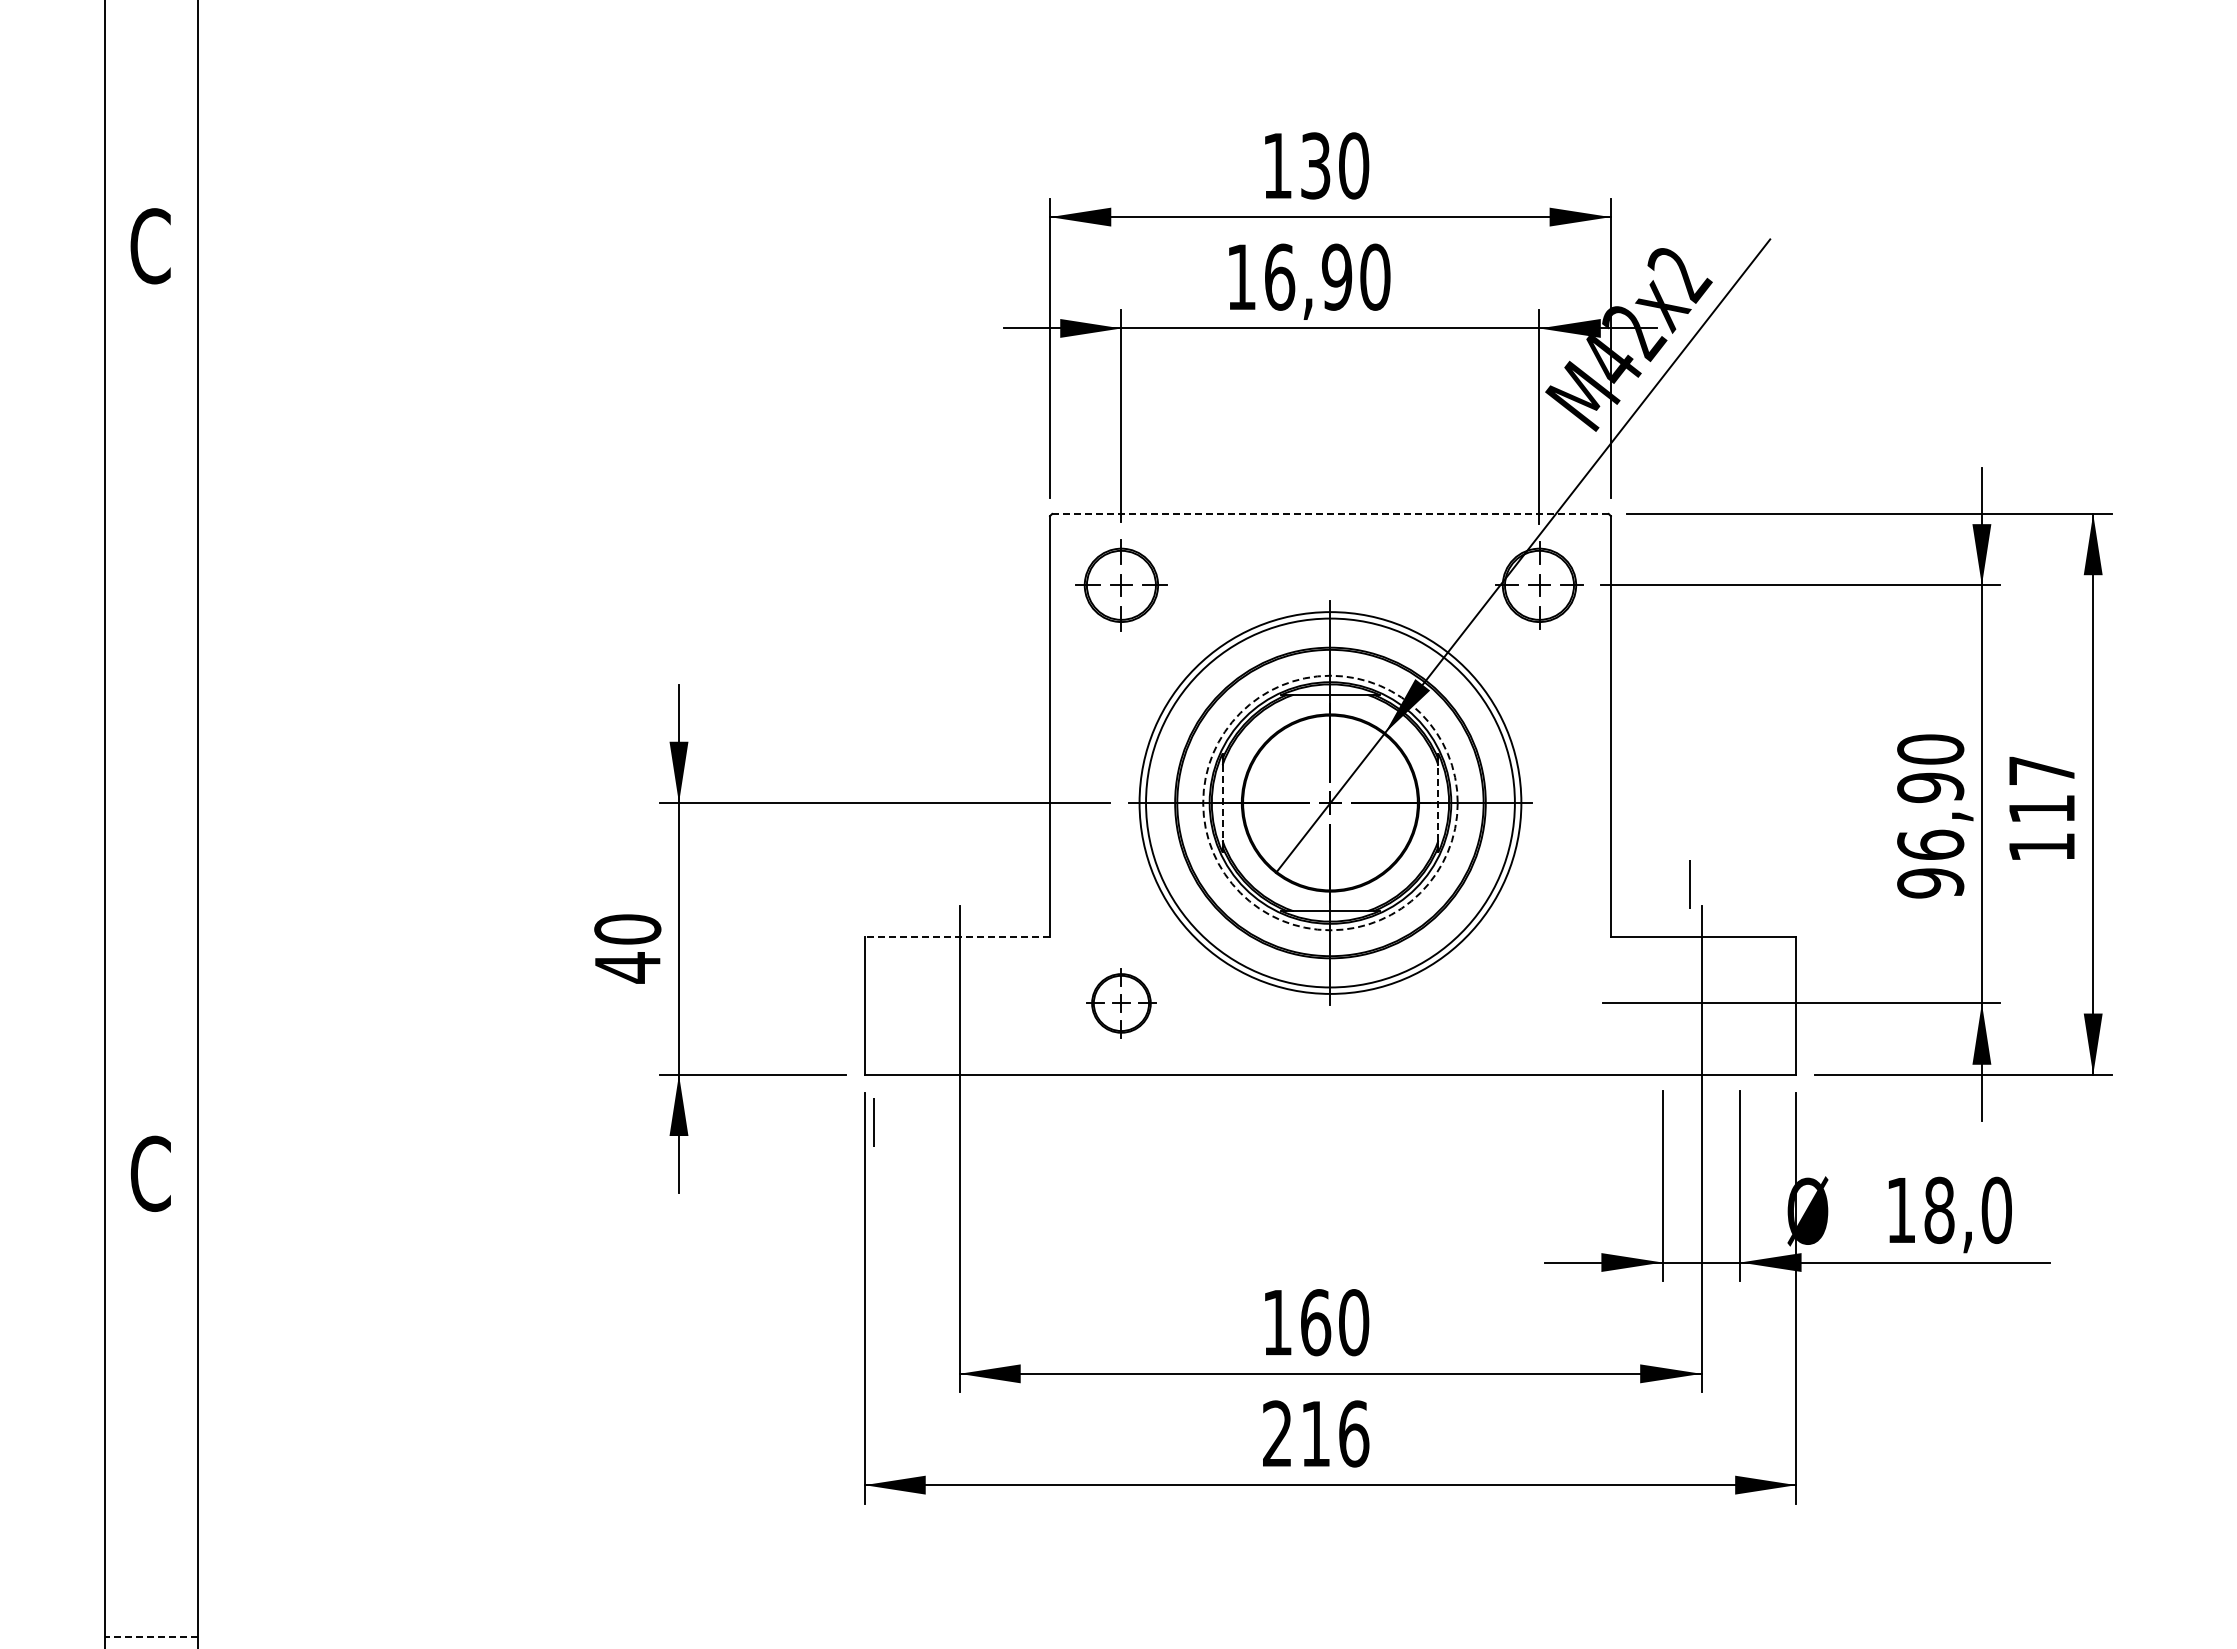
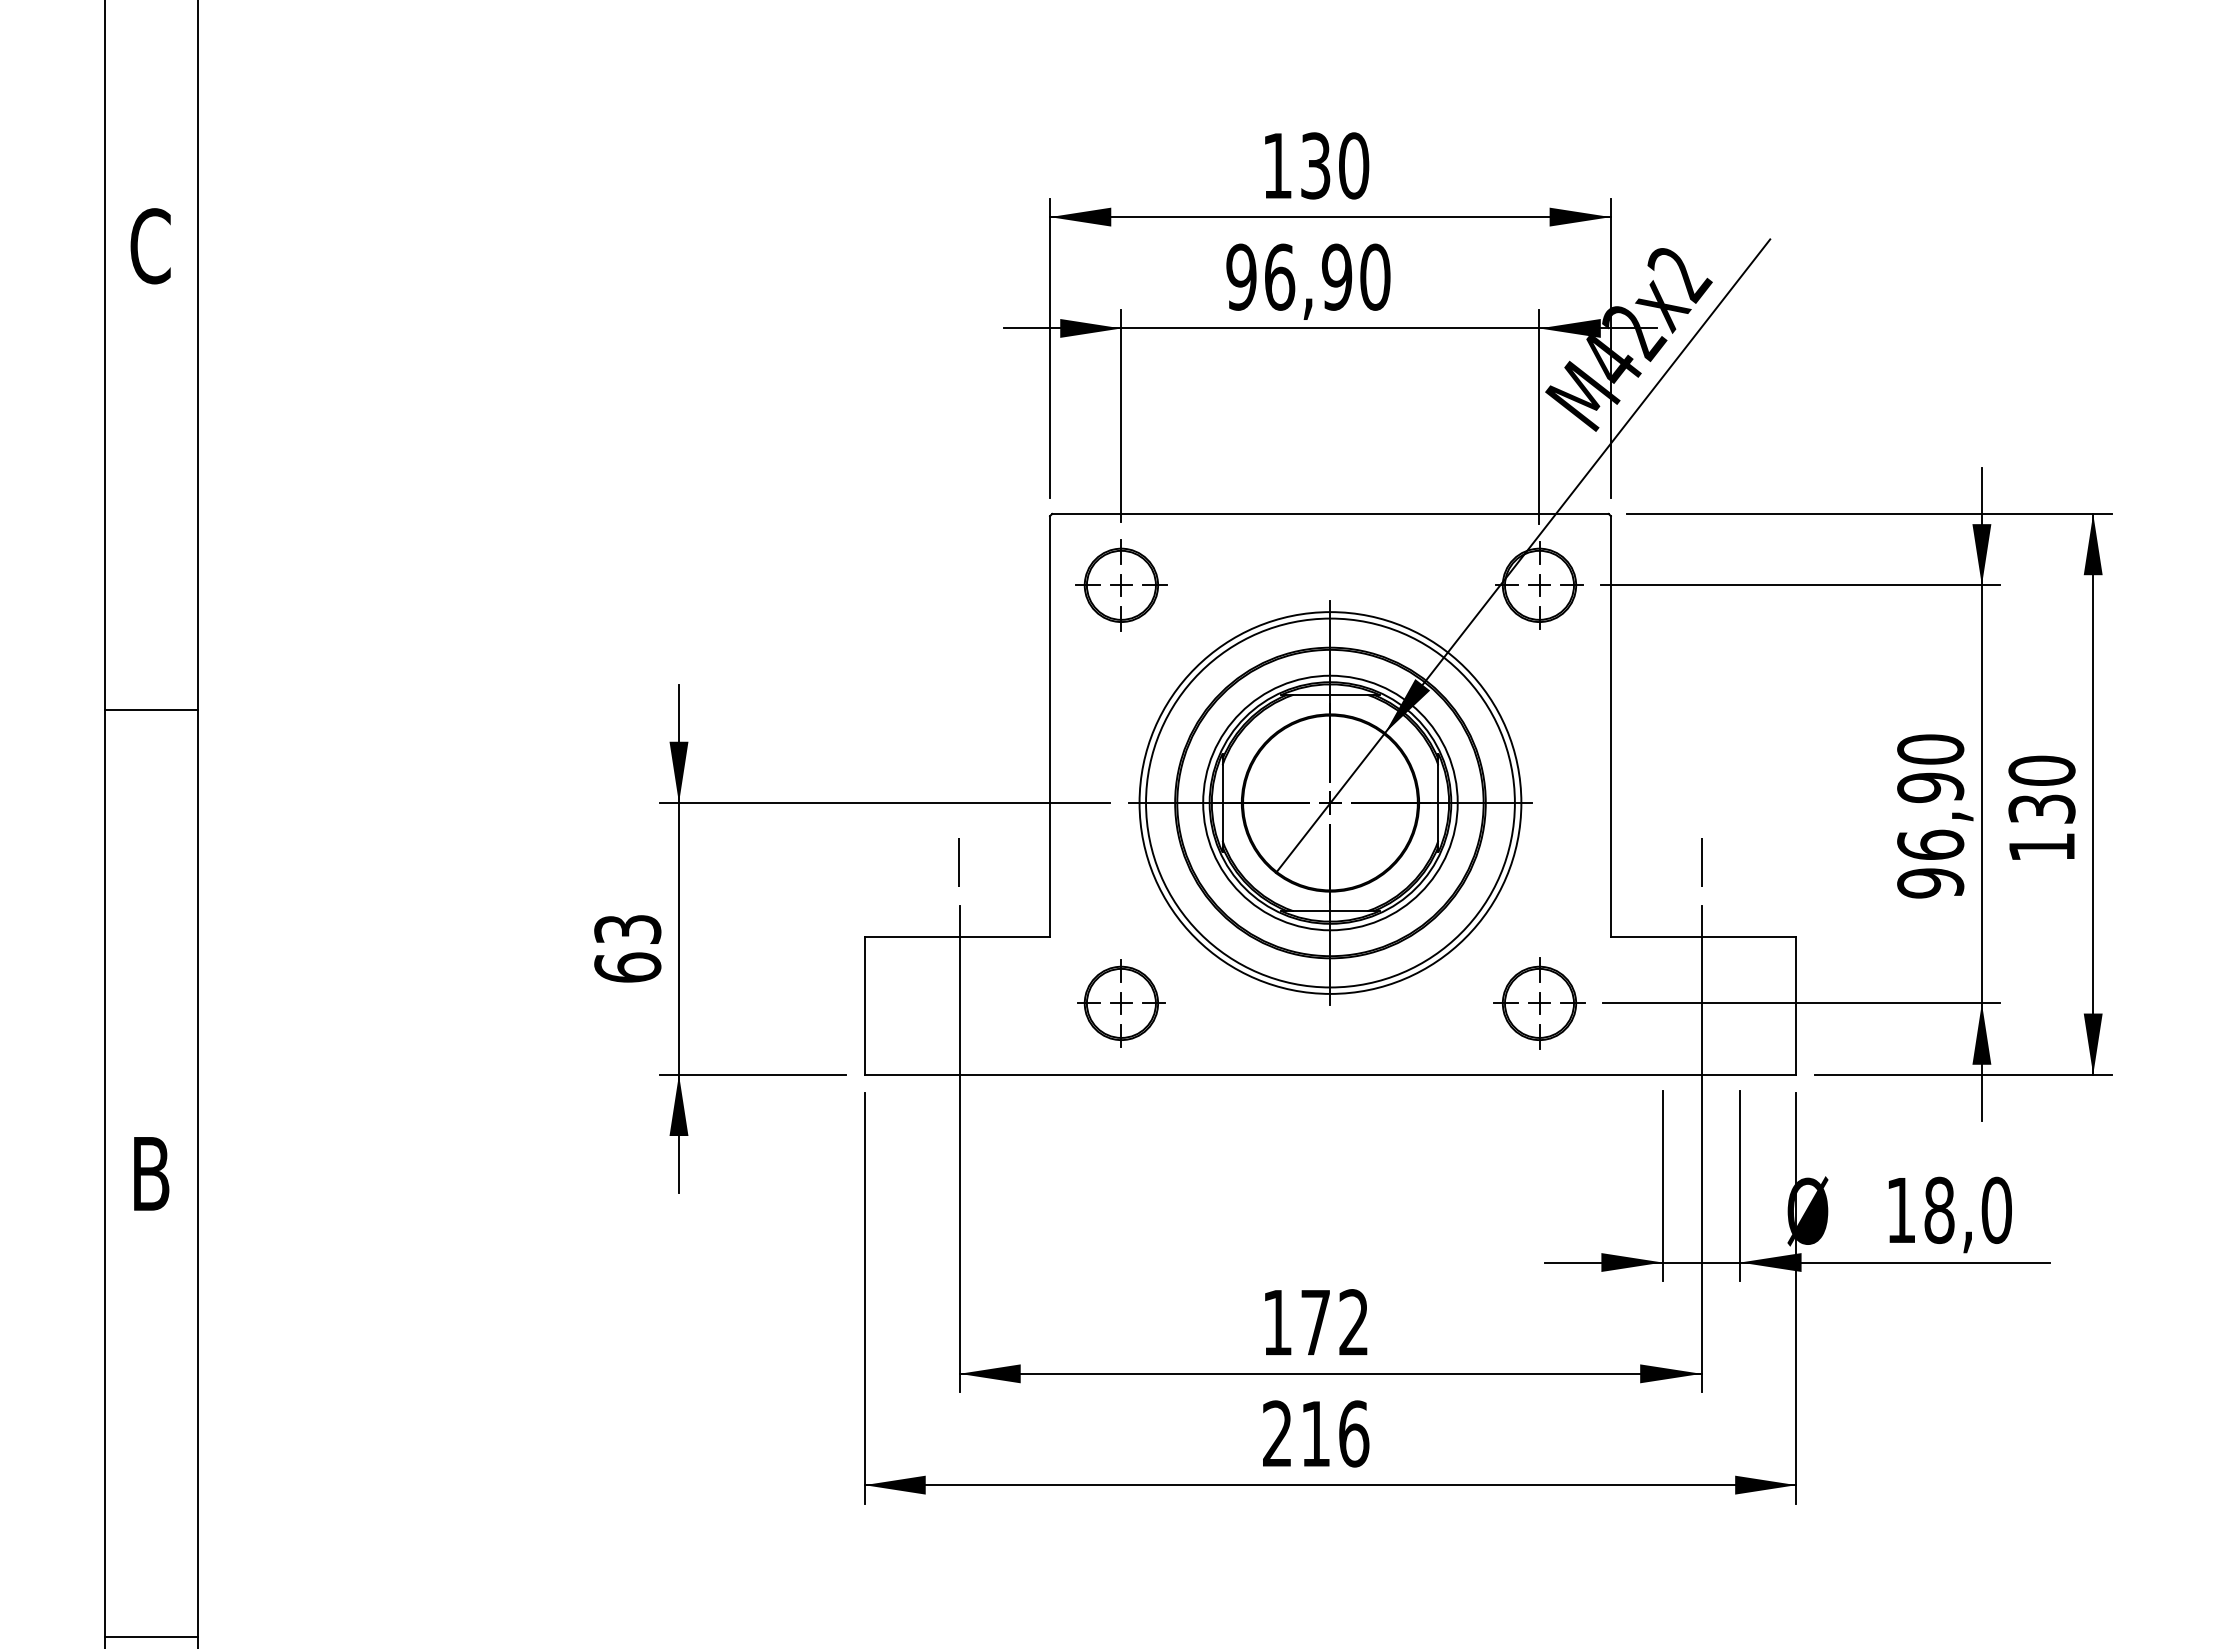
text at (1241, 276): 16,90 -> 96,90
line at (1329, 513): dashed -> solid
line at (150, 709): none -> present
text at (2041, 789): 117 -> 130
circle at (1330, 802): dashed -> solid
line at (1222, 803): dashed -> solid
line at (1438, 803): dashed -> solid
line at (1689, 884) position: (1689, 884) -> (1701, 862)
line at (957, 936): dashed -> solid
text at (627, 948): 40 -> 63
part at (1121, 1003) size: 71x71 px -> 89x89 px
part at (1539, 1003): none -> present
line at (873, 1122) position: (873, 1122) -> (958, 862)
text at (150, 1173): C -> B
text at (1335, 1322): 160 -> 172
line at (150, 1637): dashed -> solid
